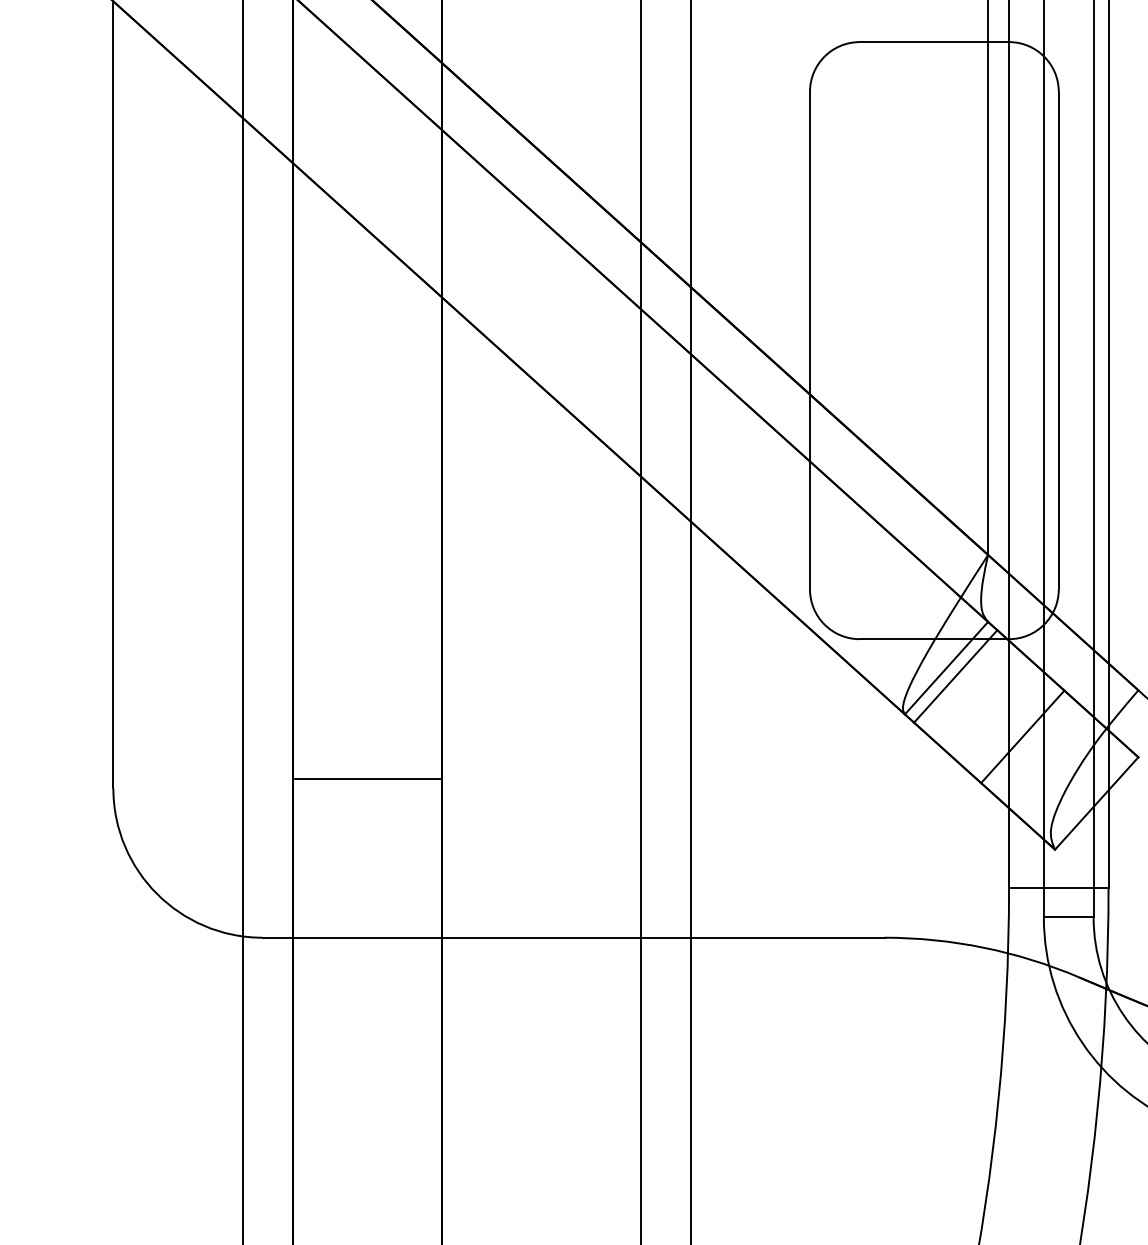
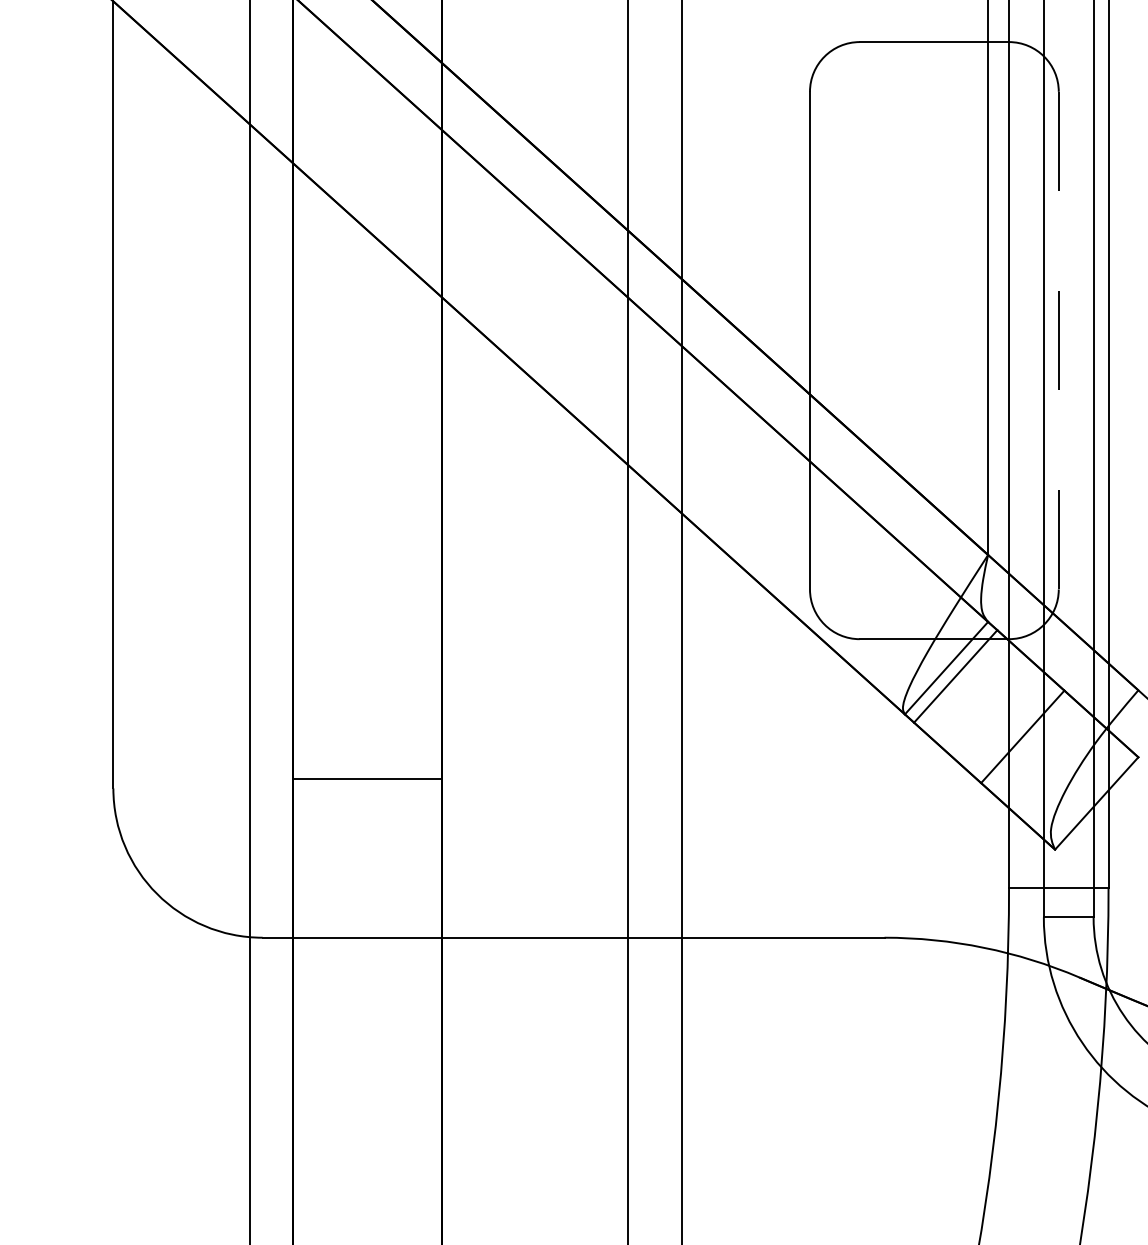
line at (1058, 340): solid -> dashed
line at (242, 621) position: (242, 621) -> (249, 621)
line at (640, 621) position: (640, 621) -> (627, 621)
line at (690, 621) position: (690, 621) -> (681, 621)
